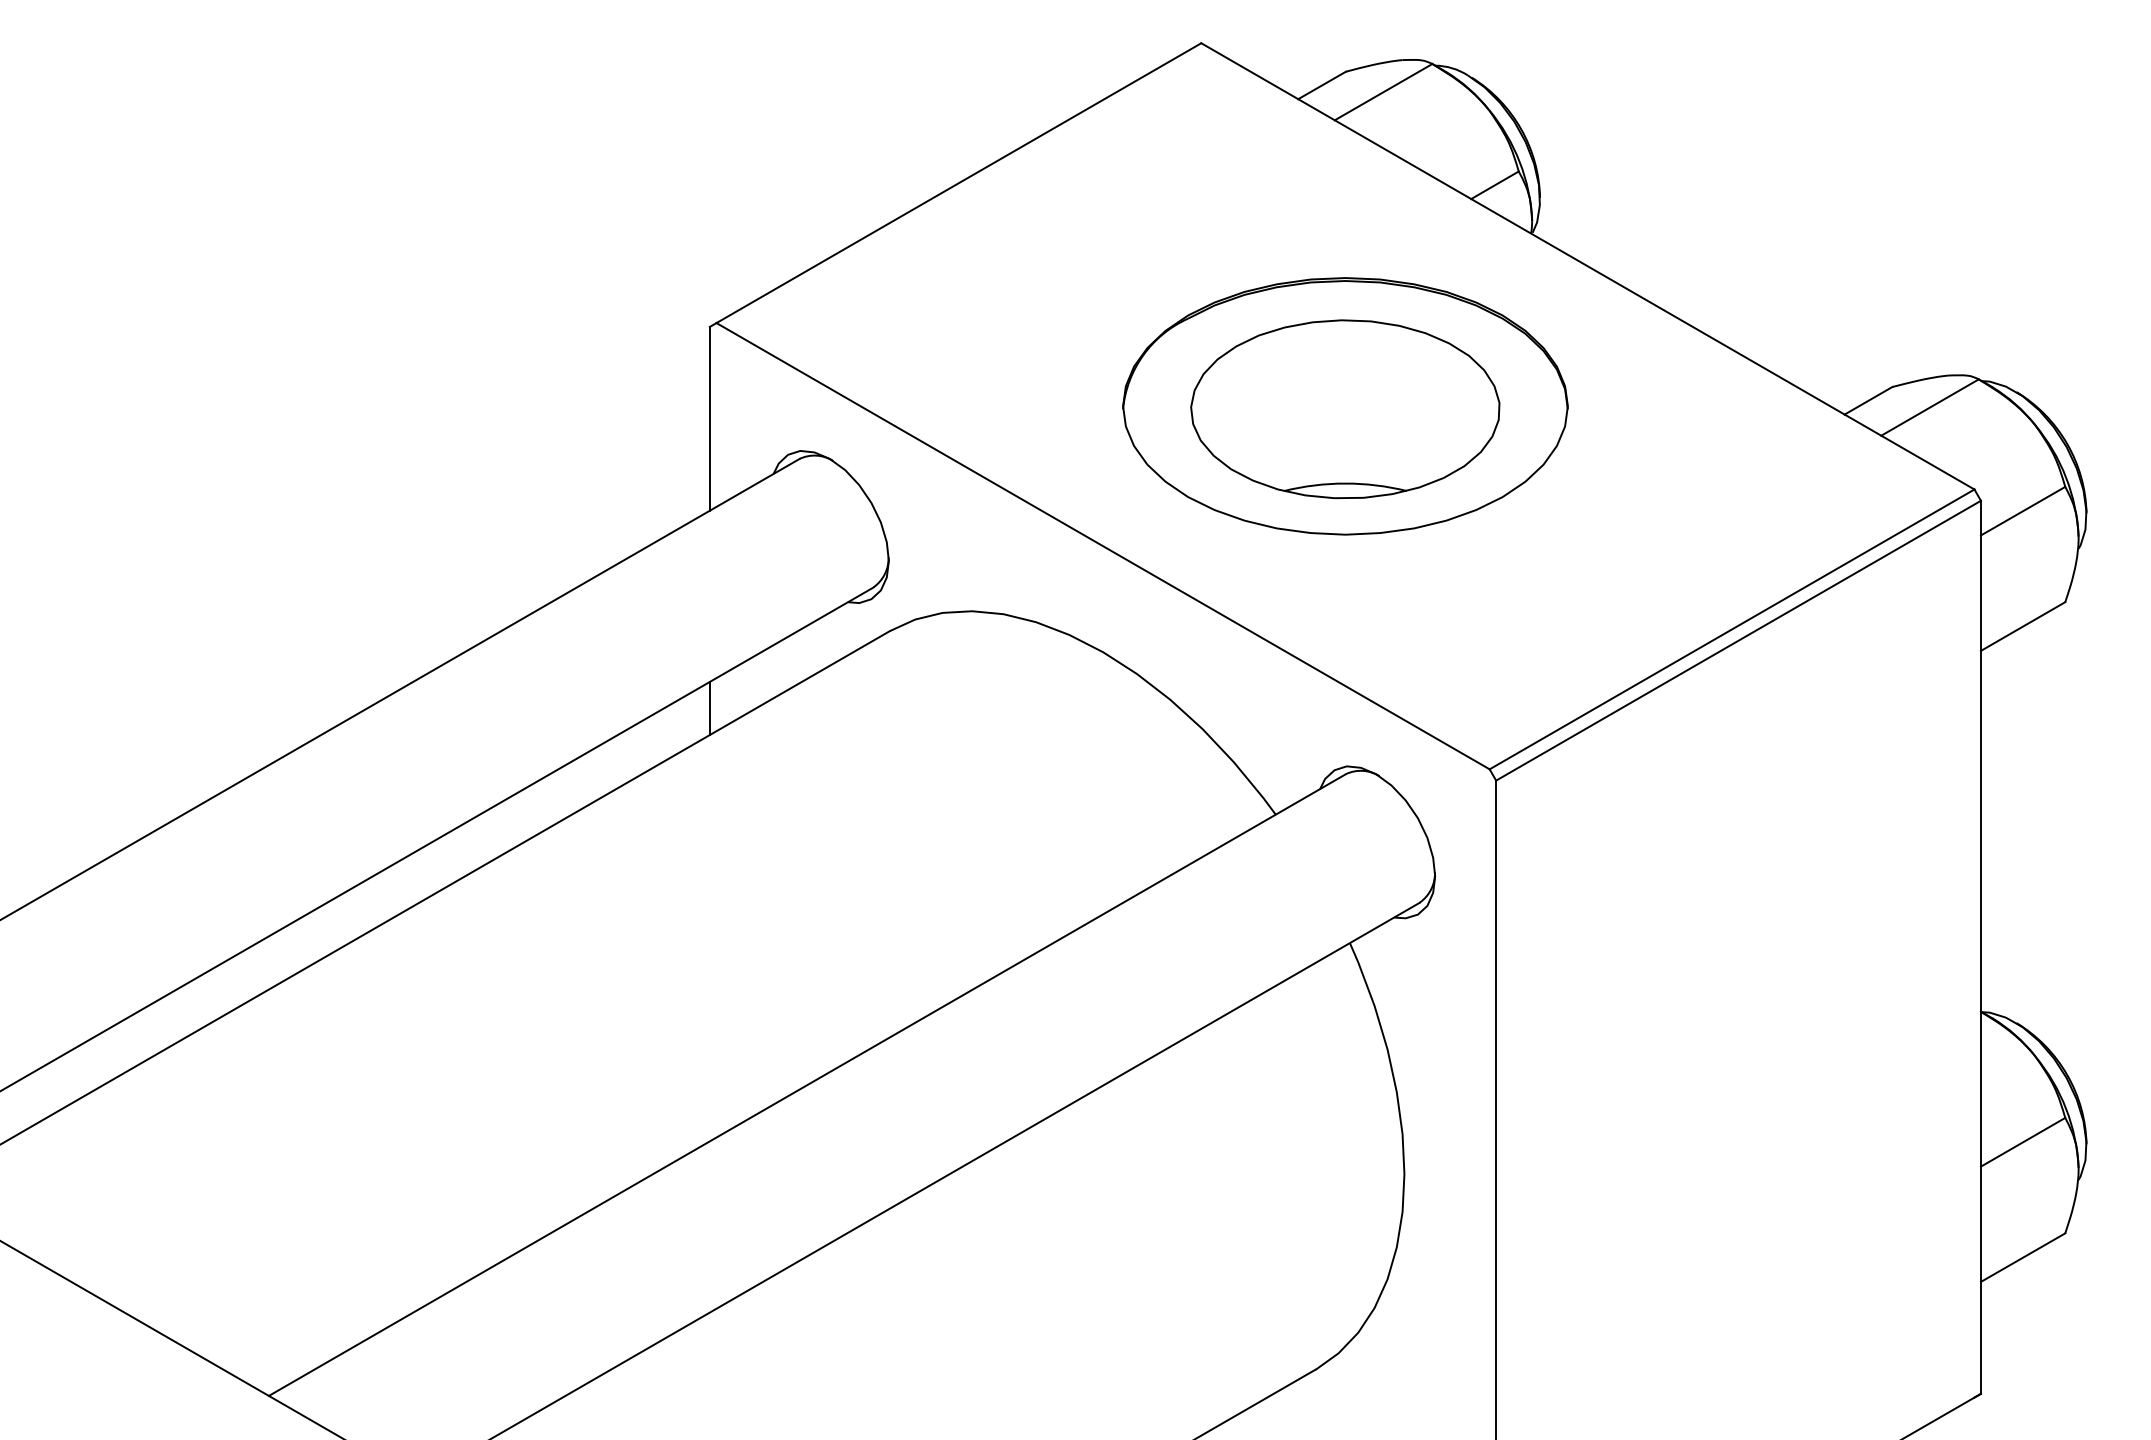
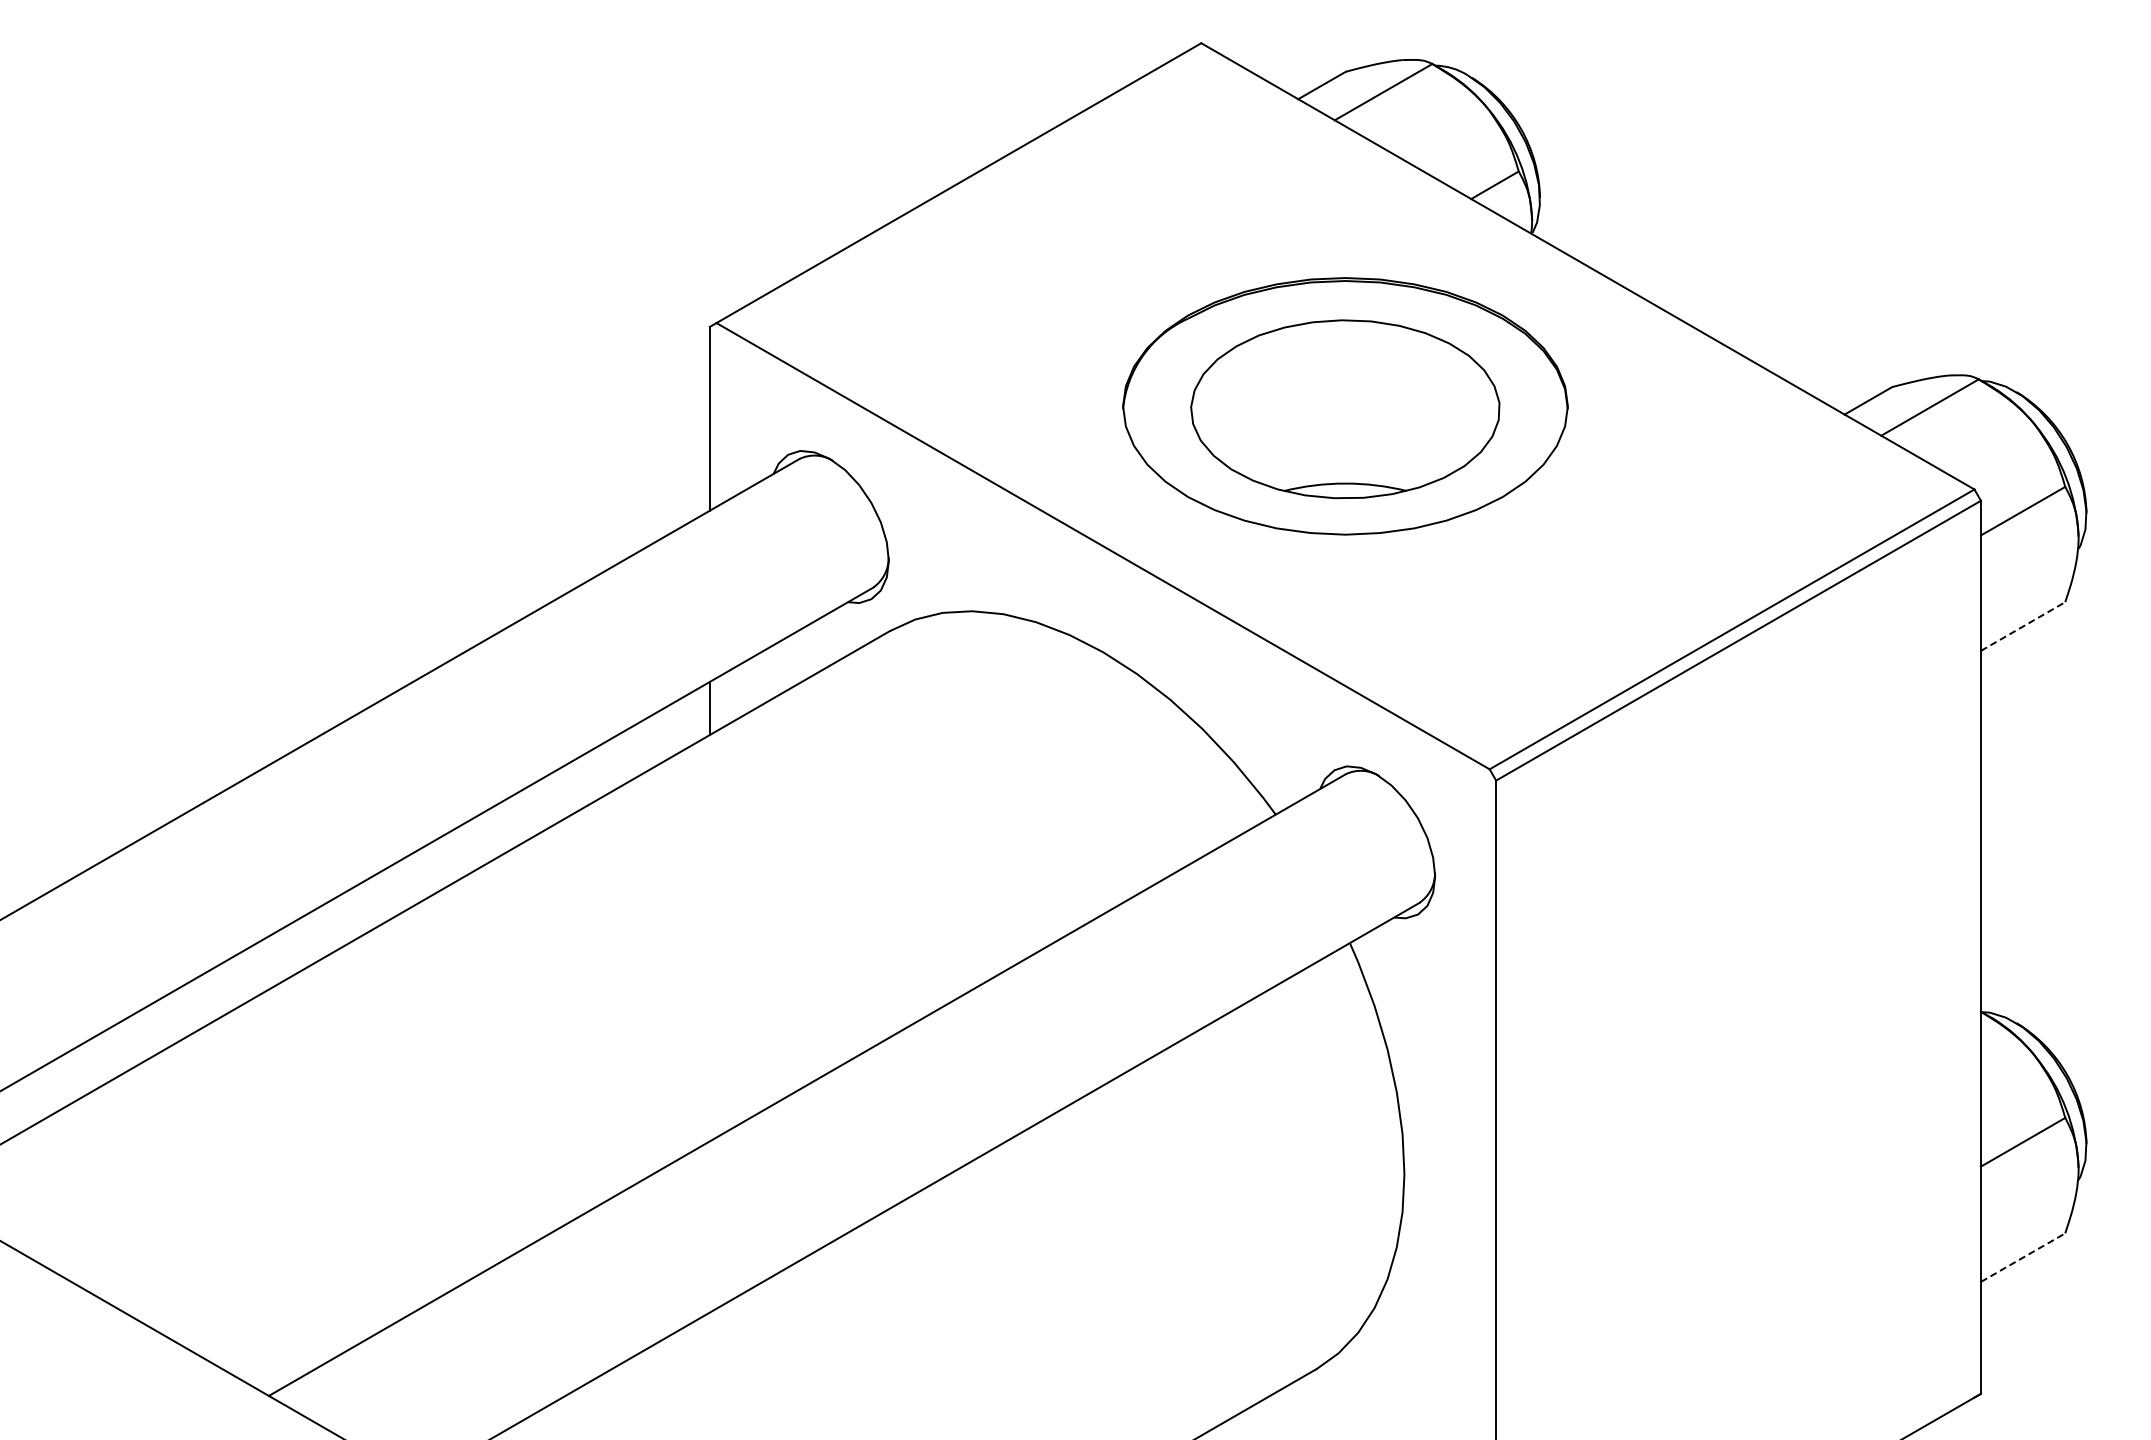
line at (2023, 626): solid -> dashed
line at (2023, 1257): solid -> dashed
